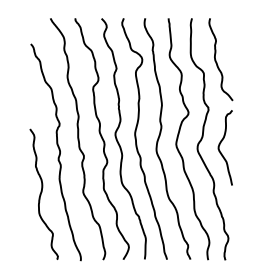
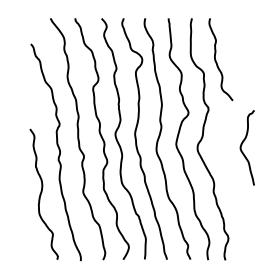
curve at (220, 145) position: (220, 145) -> (242, 145)
